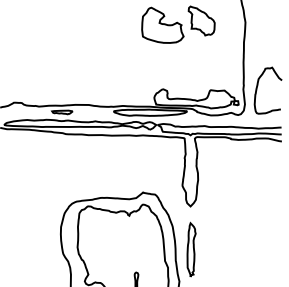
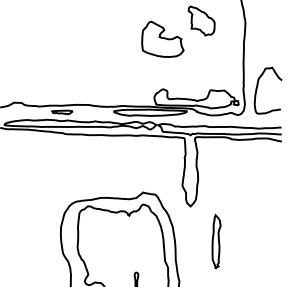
part at (162, 24) position: (162, 24) -> (162, 38)
part at (191, 249) position: (191, 249) -> (216, 241)
